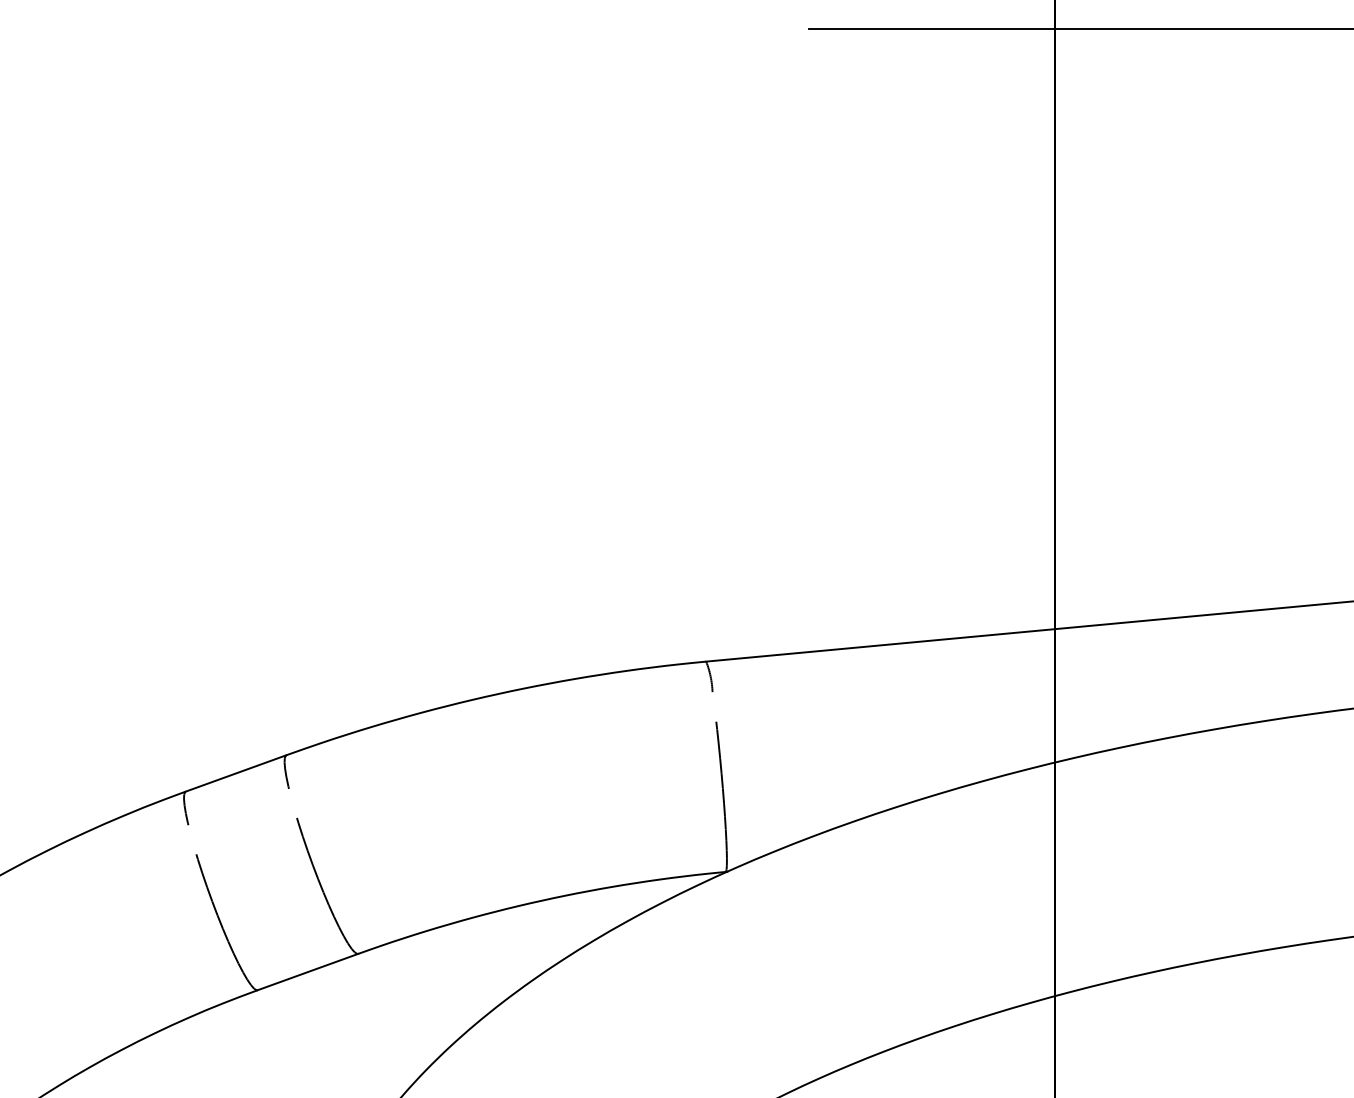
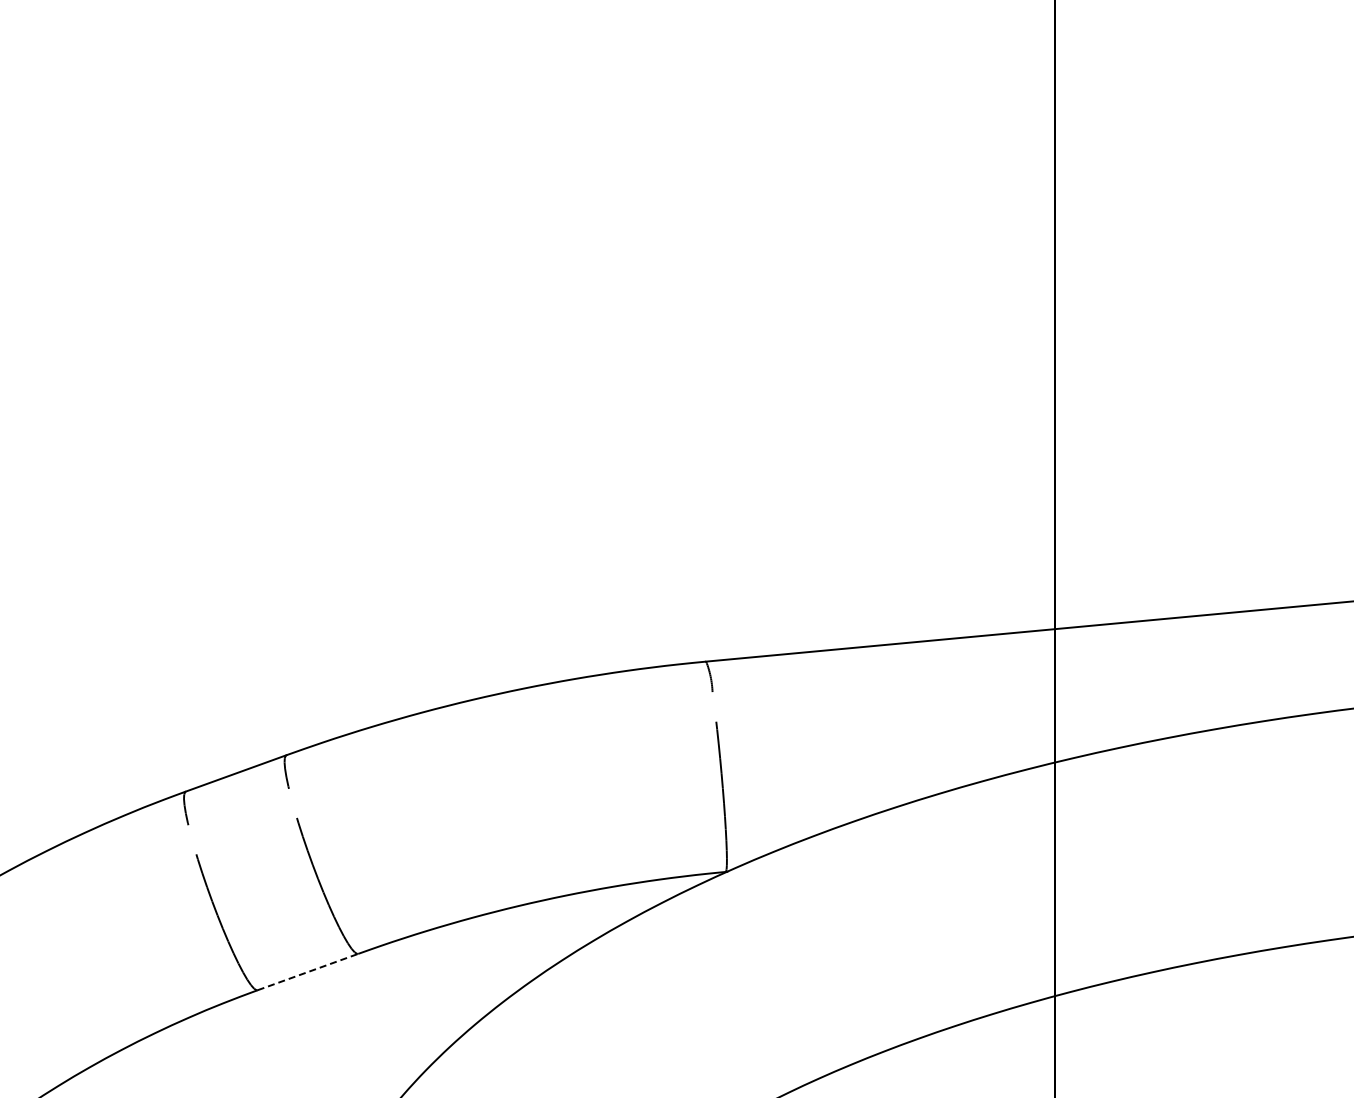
line at (1079, 28): present -> none
line at (308, 971): solid -> dashed
